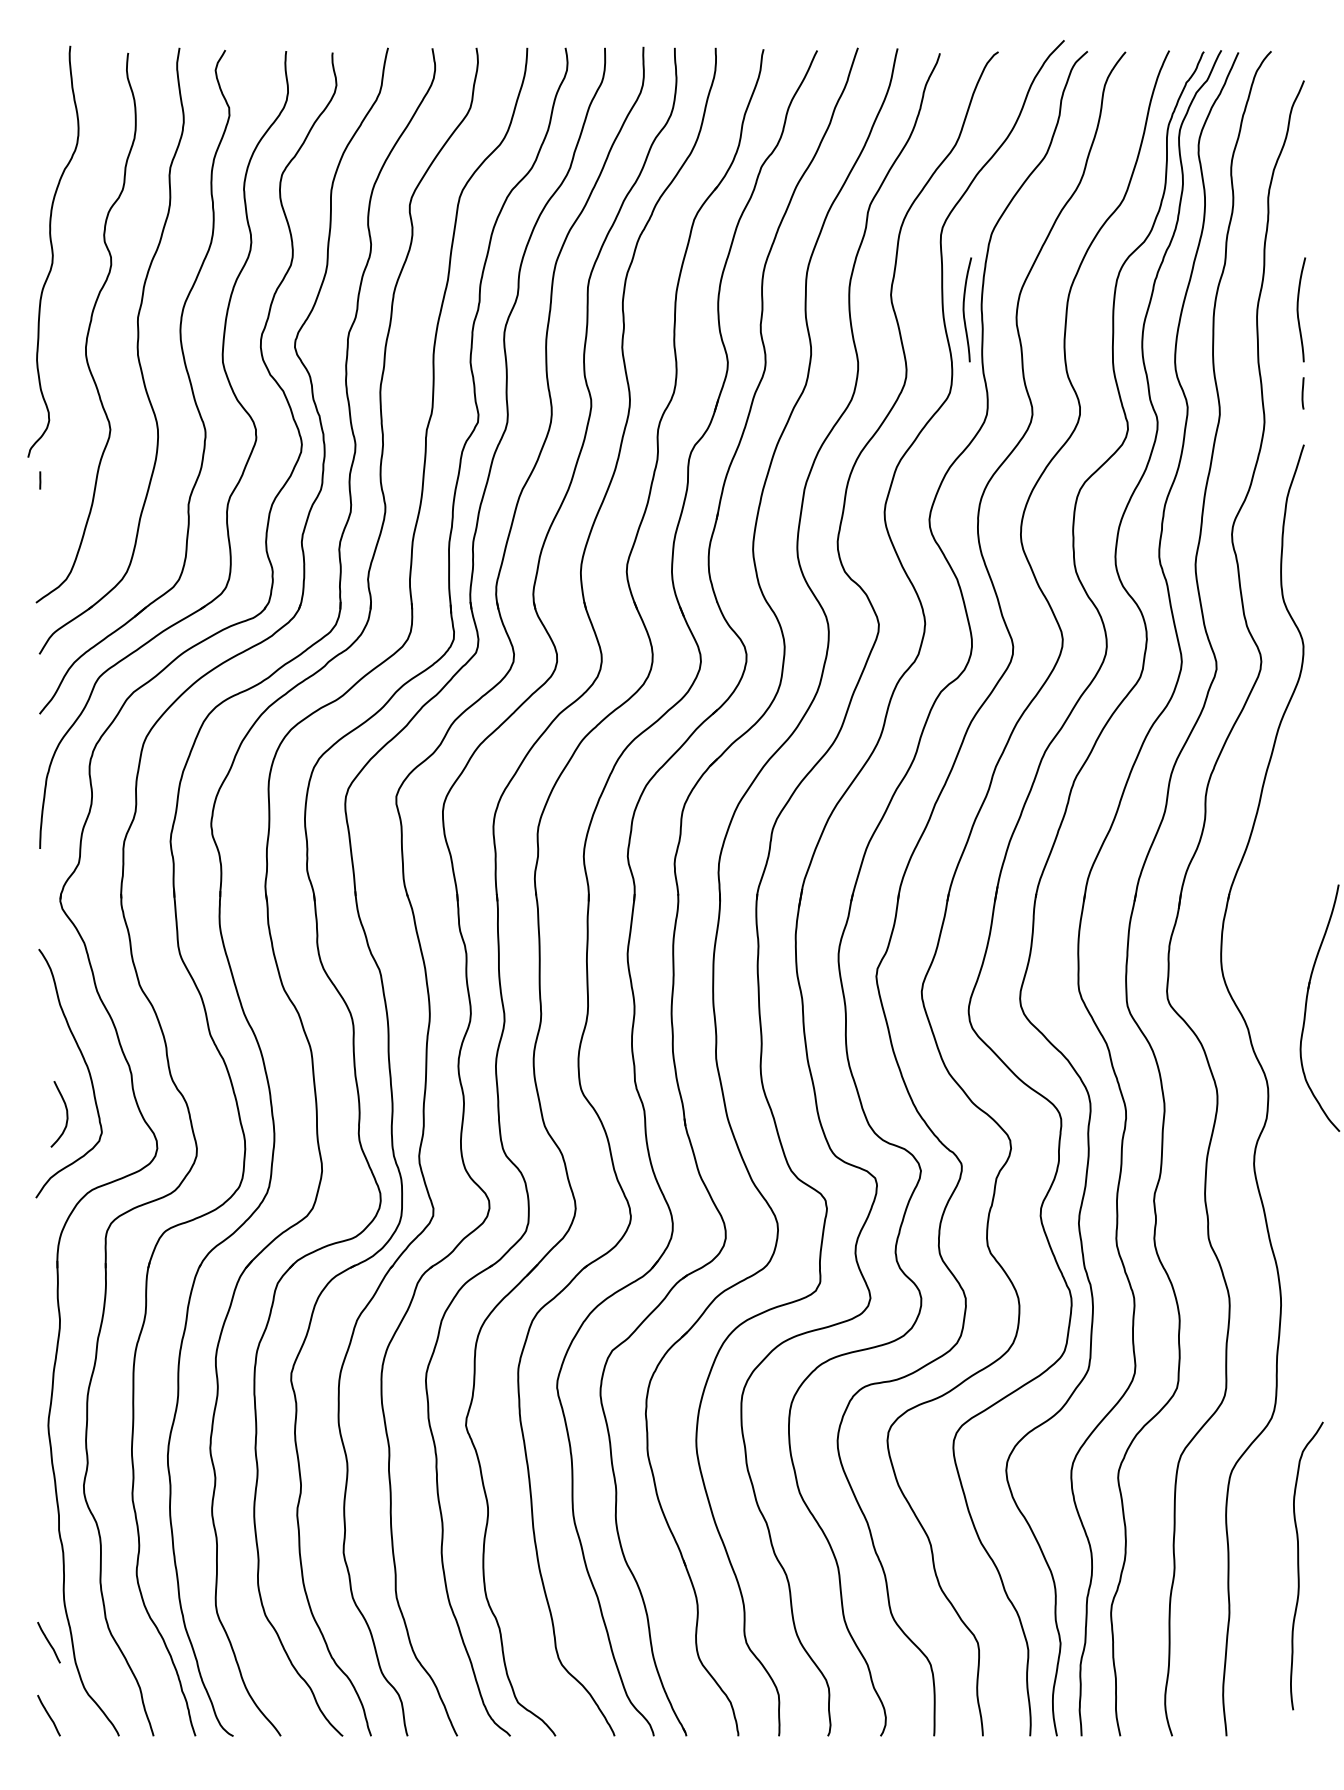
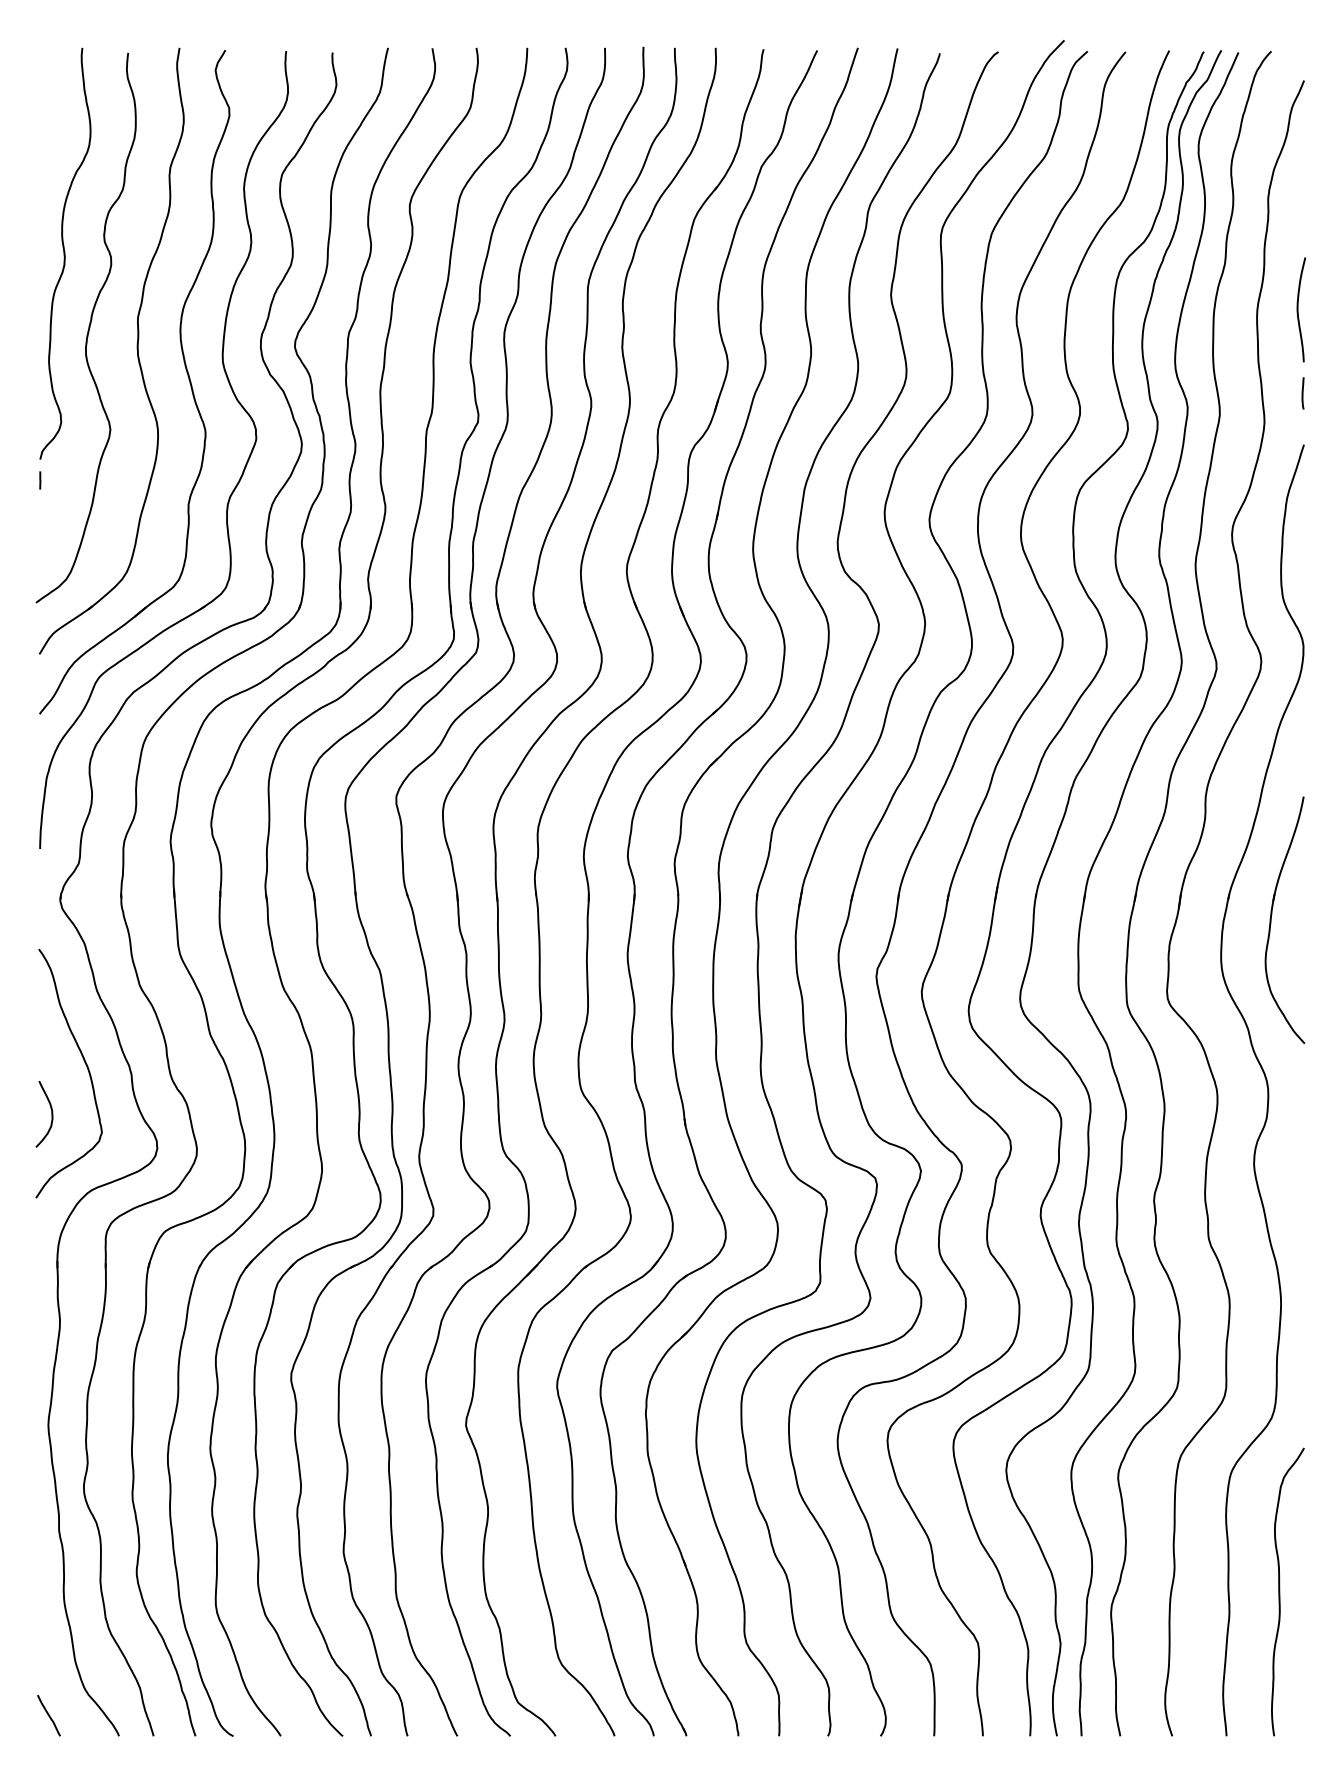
curve at (53, 251) position: (53, 251) -> (65, 253)
curve at (964, 309): present -> none
part at (1307, 1002) position: (1307, 1002) -> (1272, 914)
curve at (66, 1114) position: (66, 1114) -> (51, 1114)
curve at (1299, 1565) position: (1299, 1565) -> (1280, 1591)
curve at (48, 1642): present -> none
